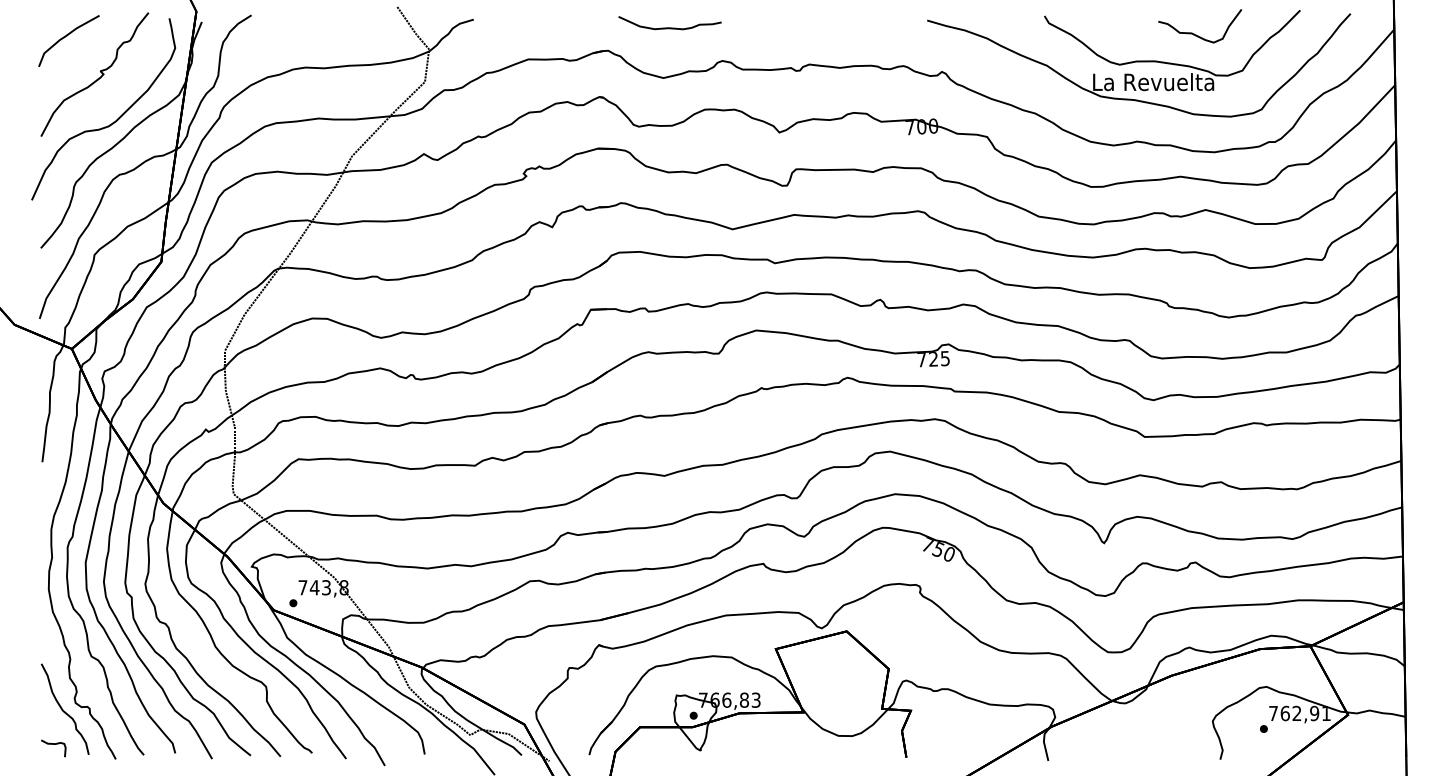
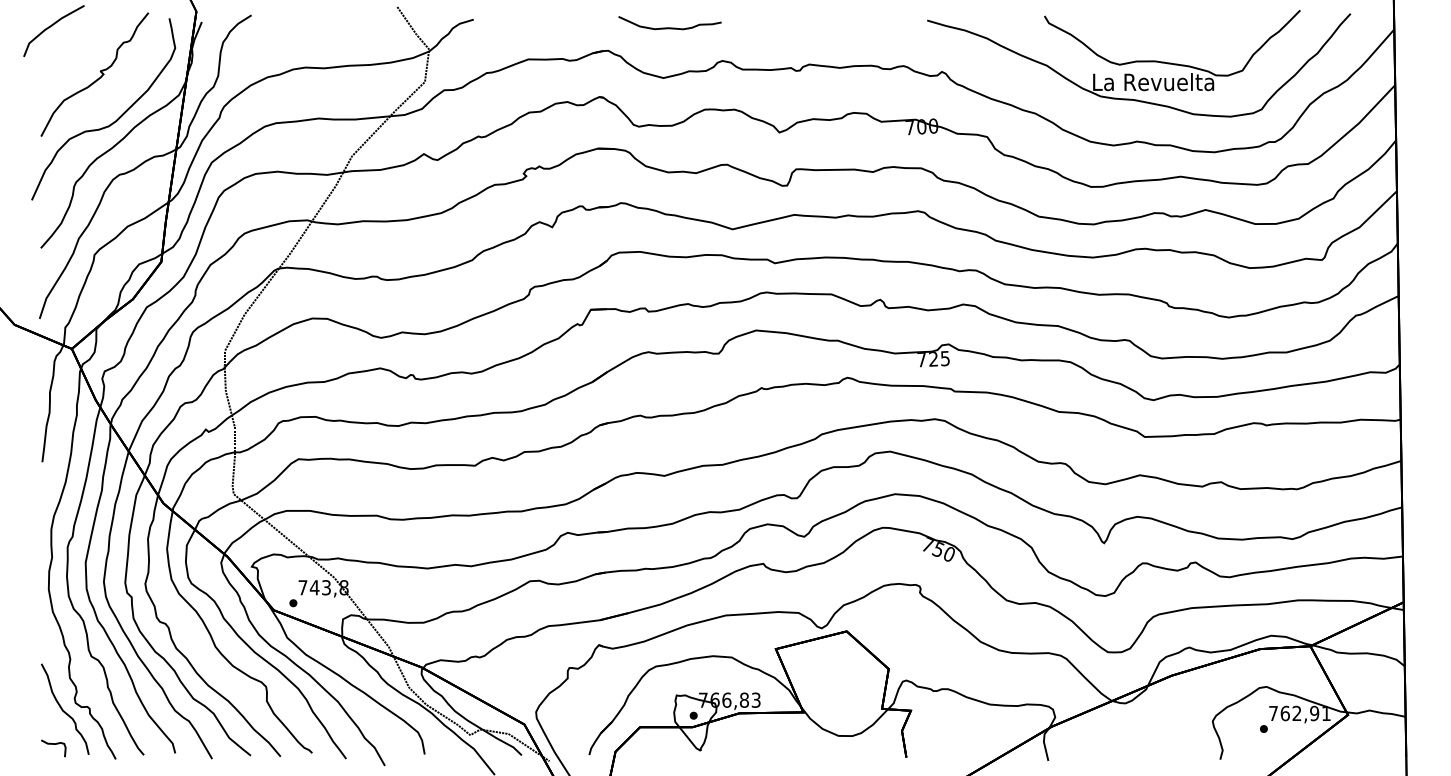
part at (1196, 34): present -> none
curve at (67, 36) position: (67, 36) -> (52, 26)
